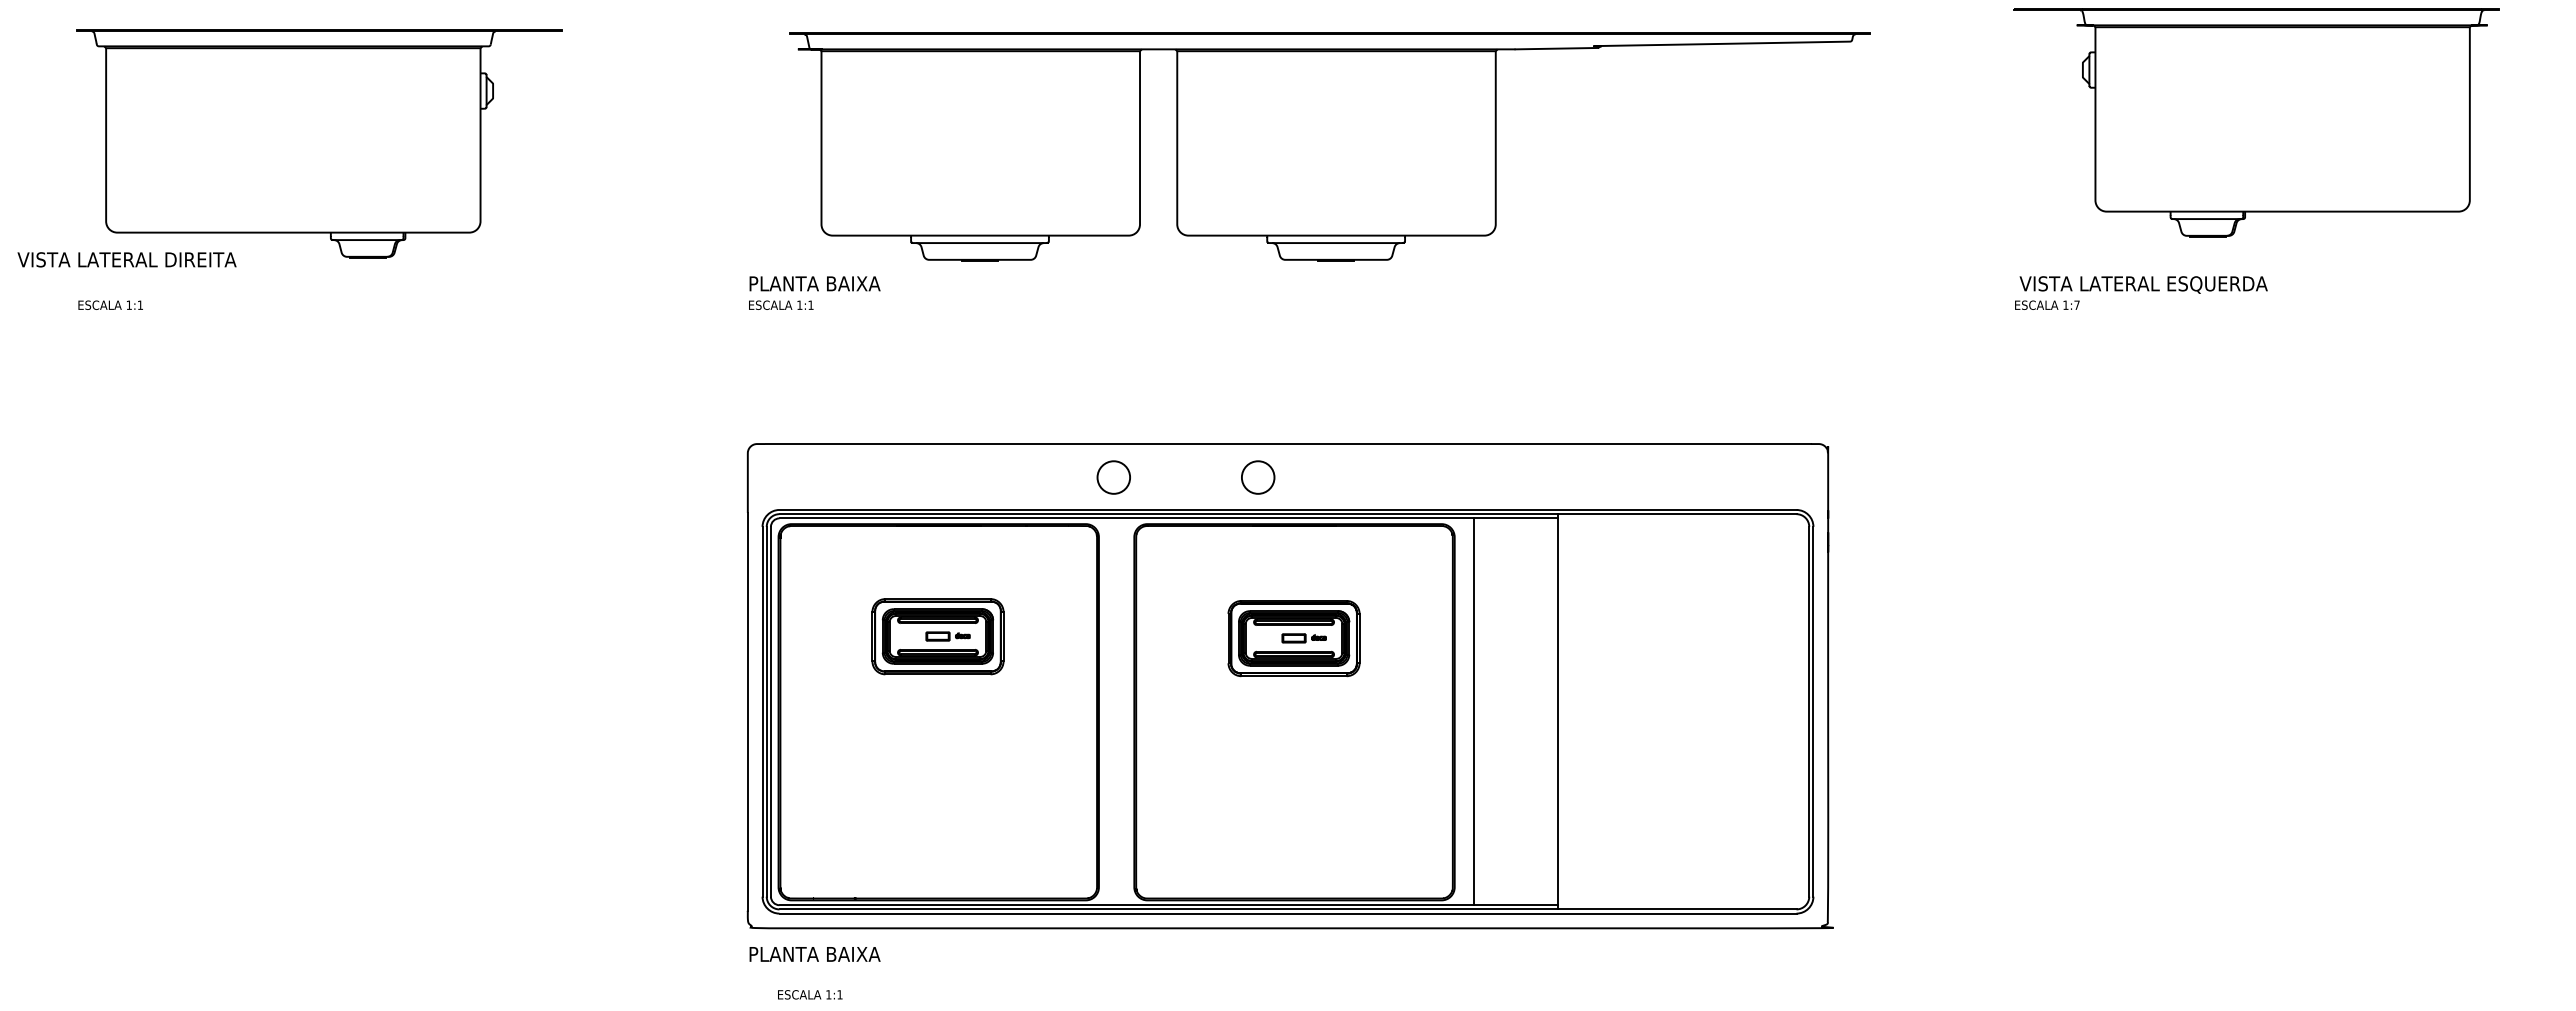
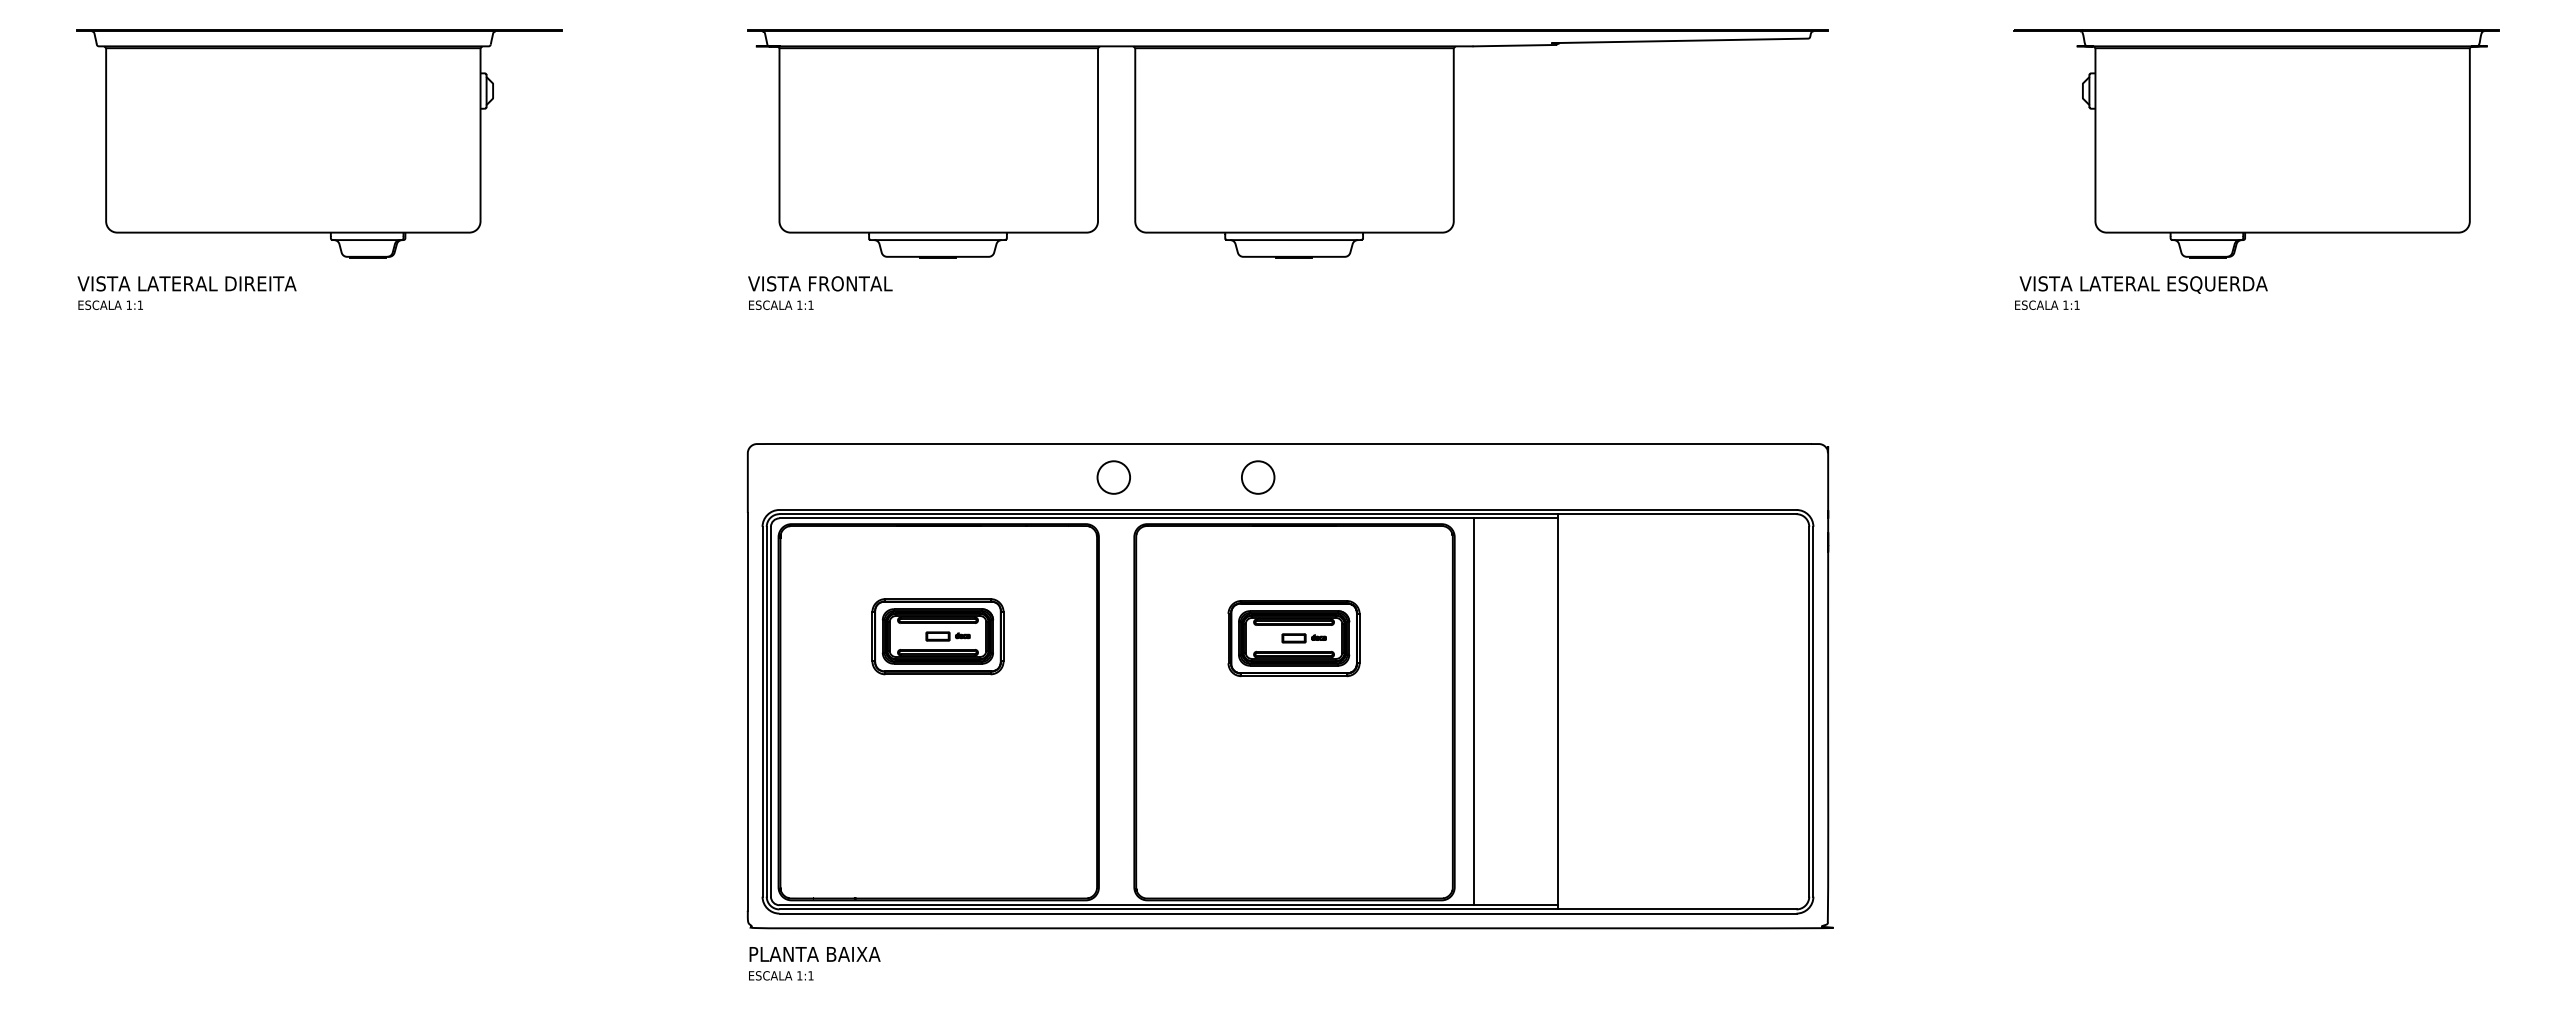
part at (2256, 122) position: (2256, 122) -> (2256, 143)
part at (1329, 146) position: (1329, 146) -> (1287, 143)
text at (126, 259) position: (126, 259) -> (186, 283)
text at (820, 283): PLANTA BAIXA -> VISTA FRONTAL
text at (2076, 304): 1:7 -> 1:1
text at (810, 994) position: (810, 994) -> (781, 975)
